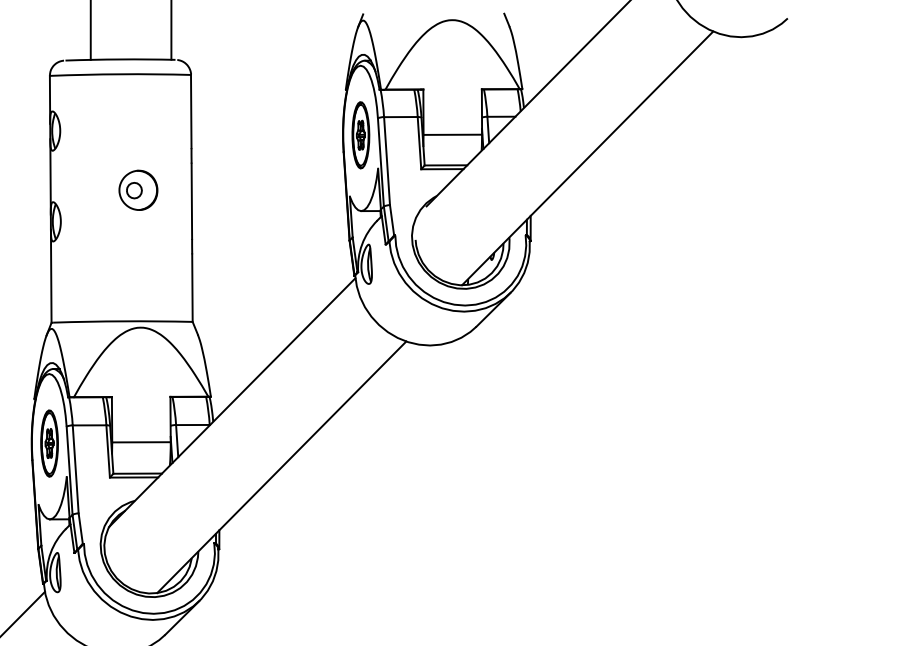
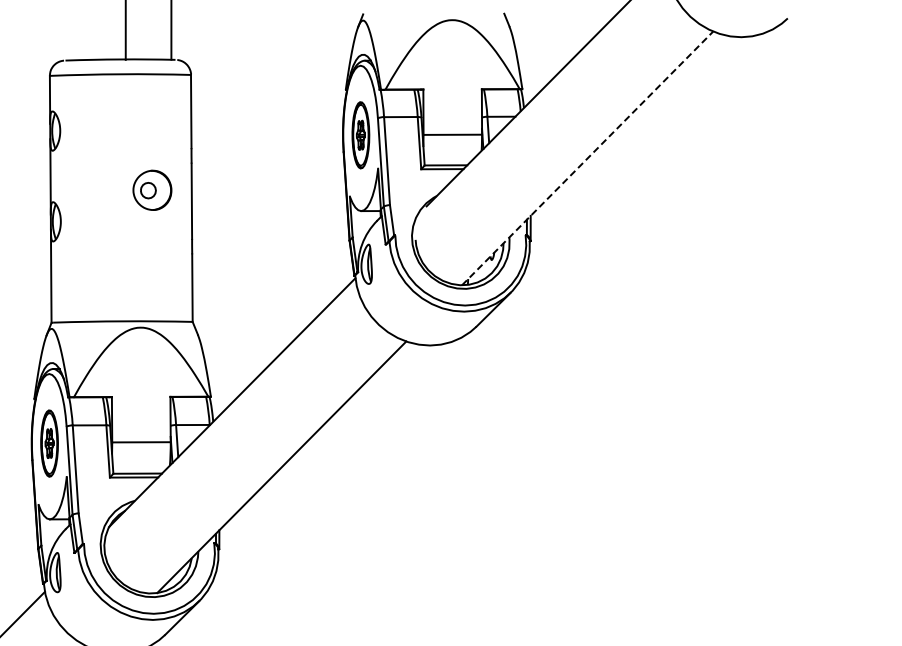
line at (90, 30) position: (90, 30) -> (125, 30)
line at (587, 158): solid -> dashed
part at (138, 189) position: (138, 189) -> (152, 189)
